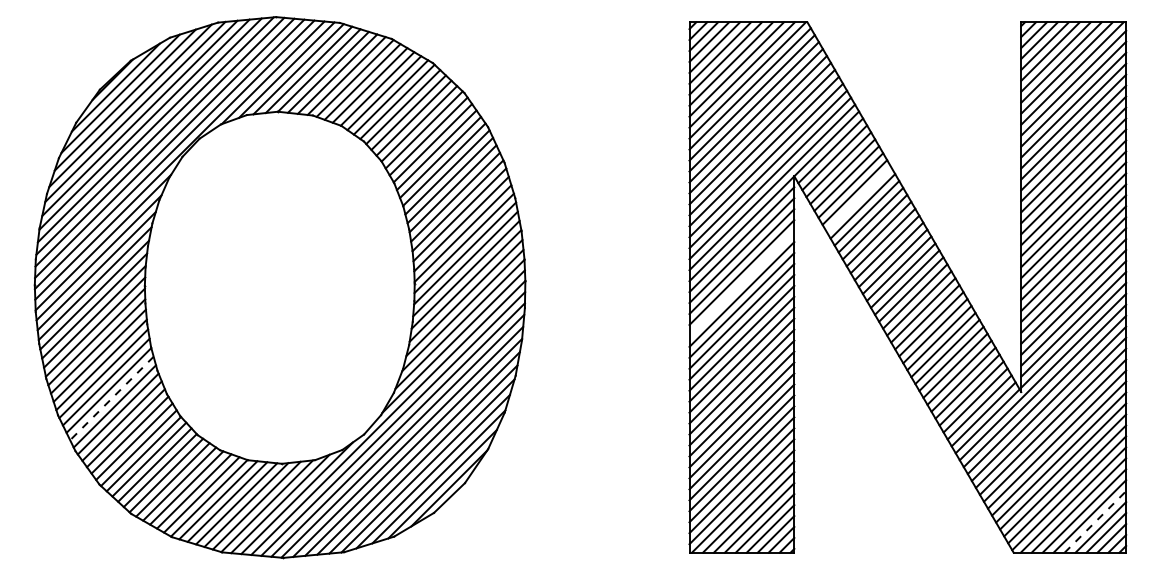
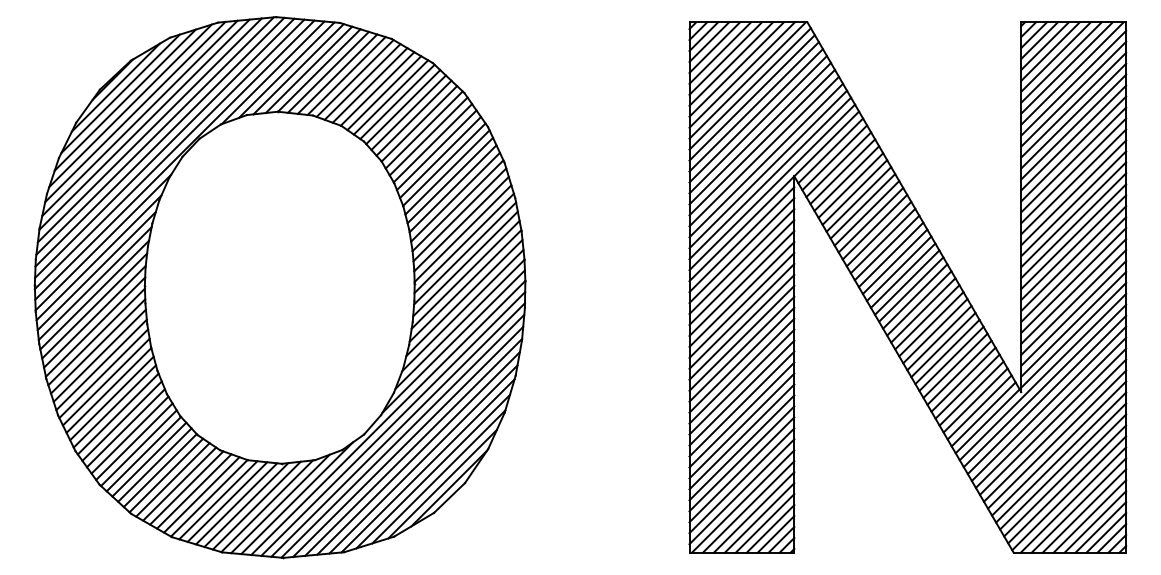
line at (858, 199): none -> present
line at (741, 283): none -> present
line at (111, 398): dashed -> solid
line at (1095, 521): dashed -> solid
